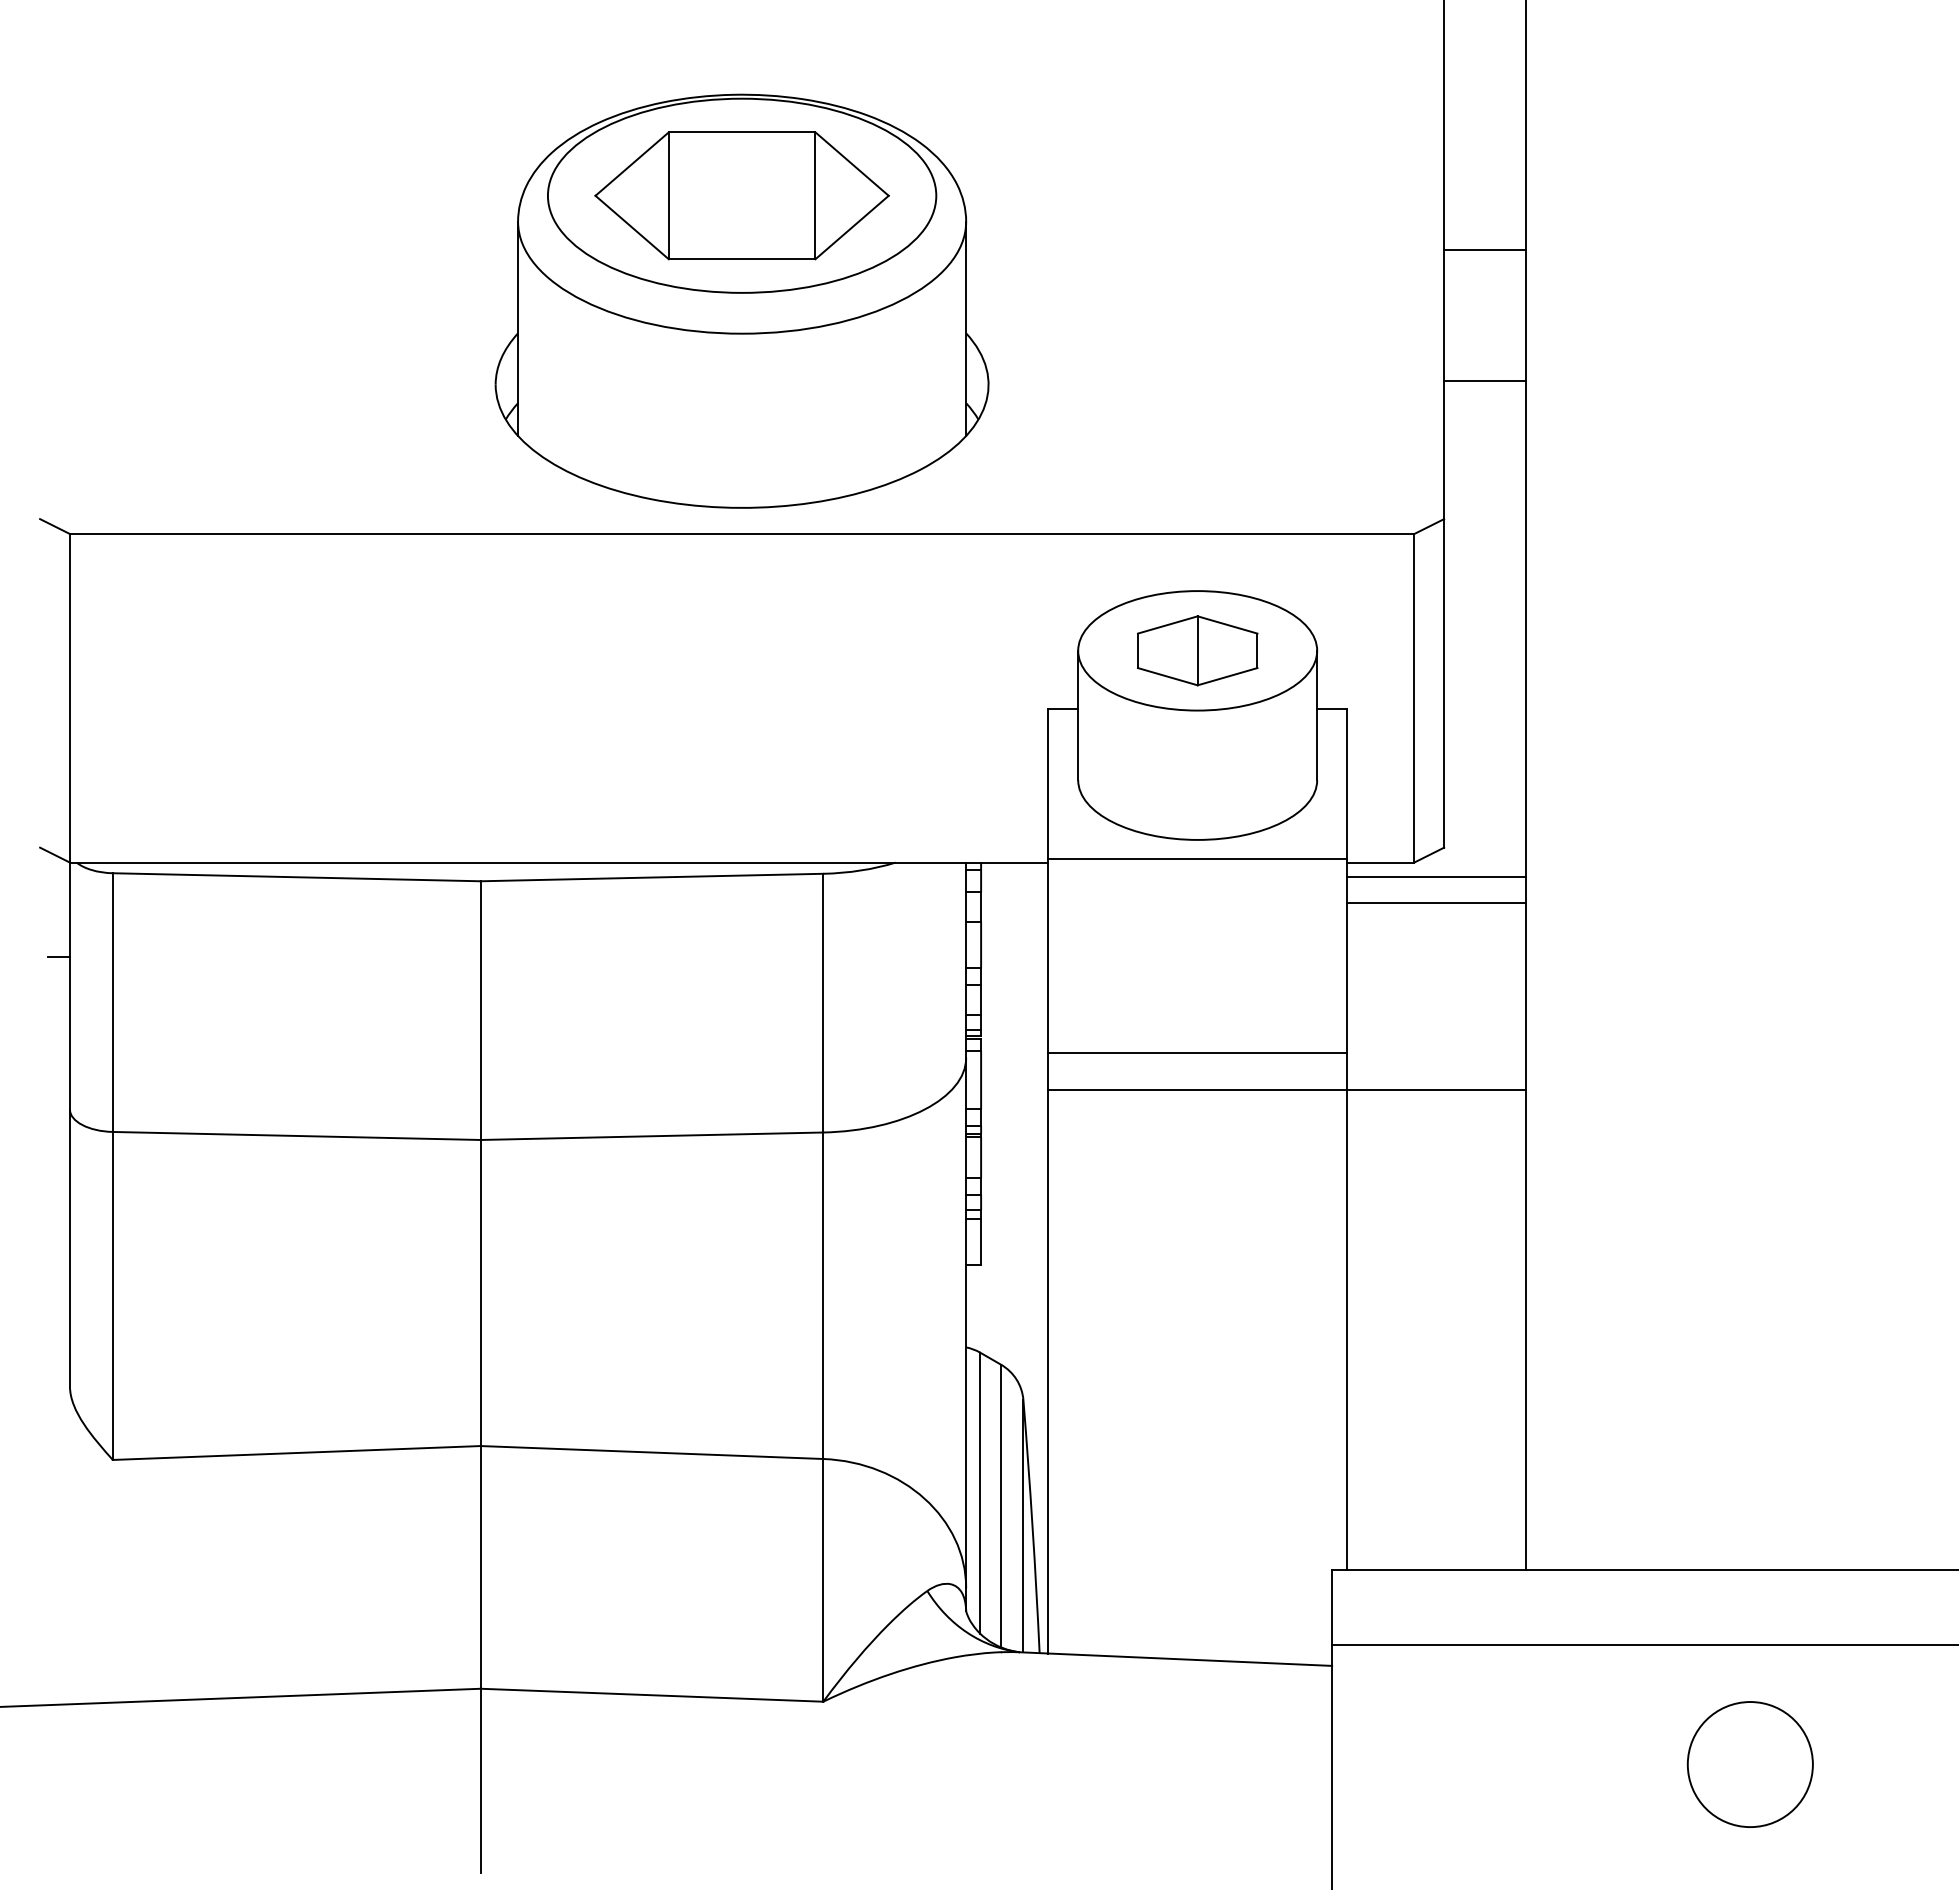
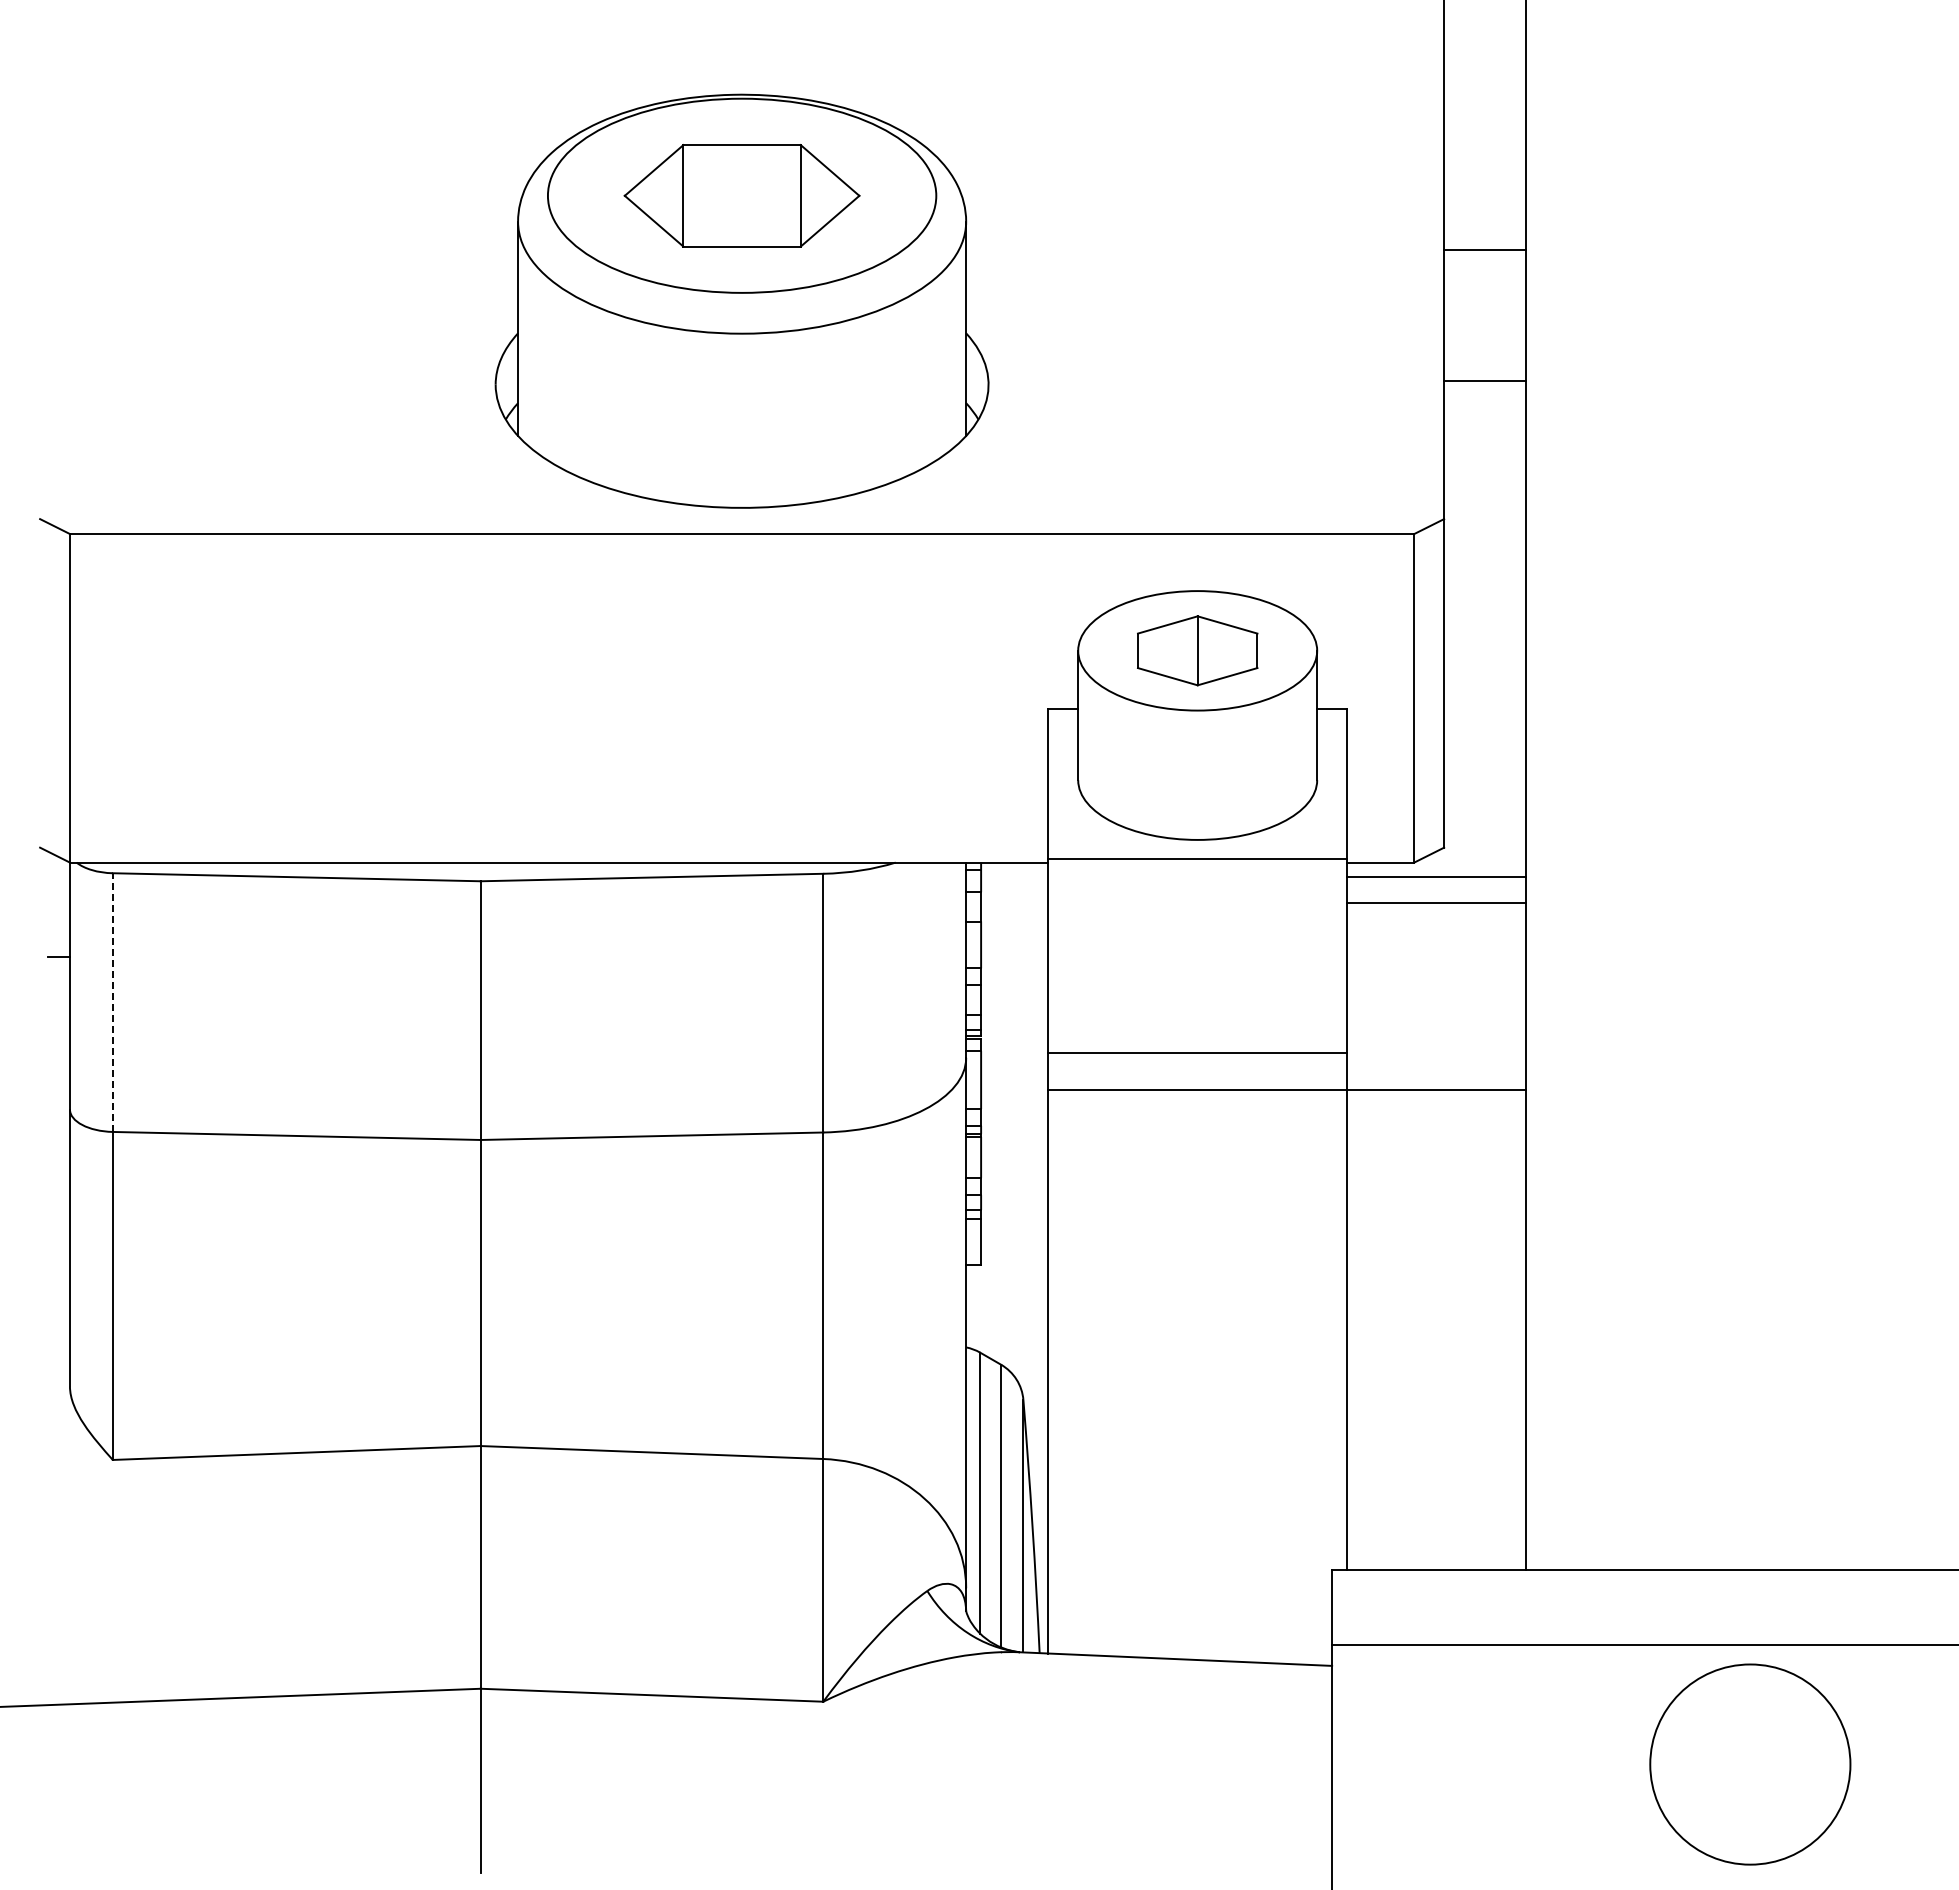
part at (741, 195) size: 296x130 px -> 238x104 px
line at (112, 1002): solid -> dashed
circle at (1749, 1764) diameter: 125 px -> 200 px
